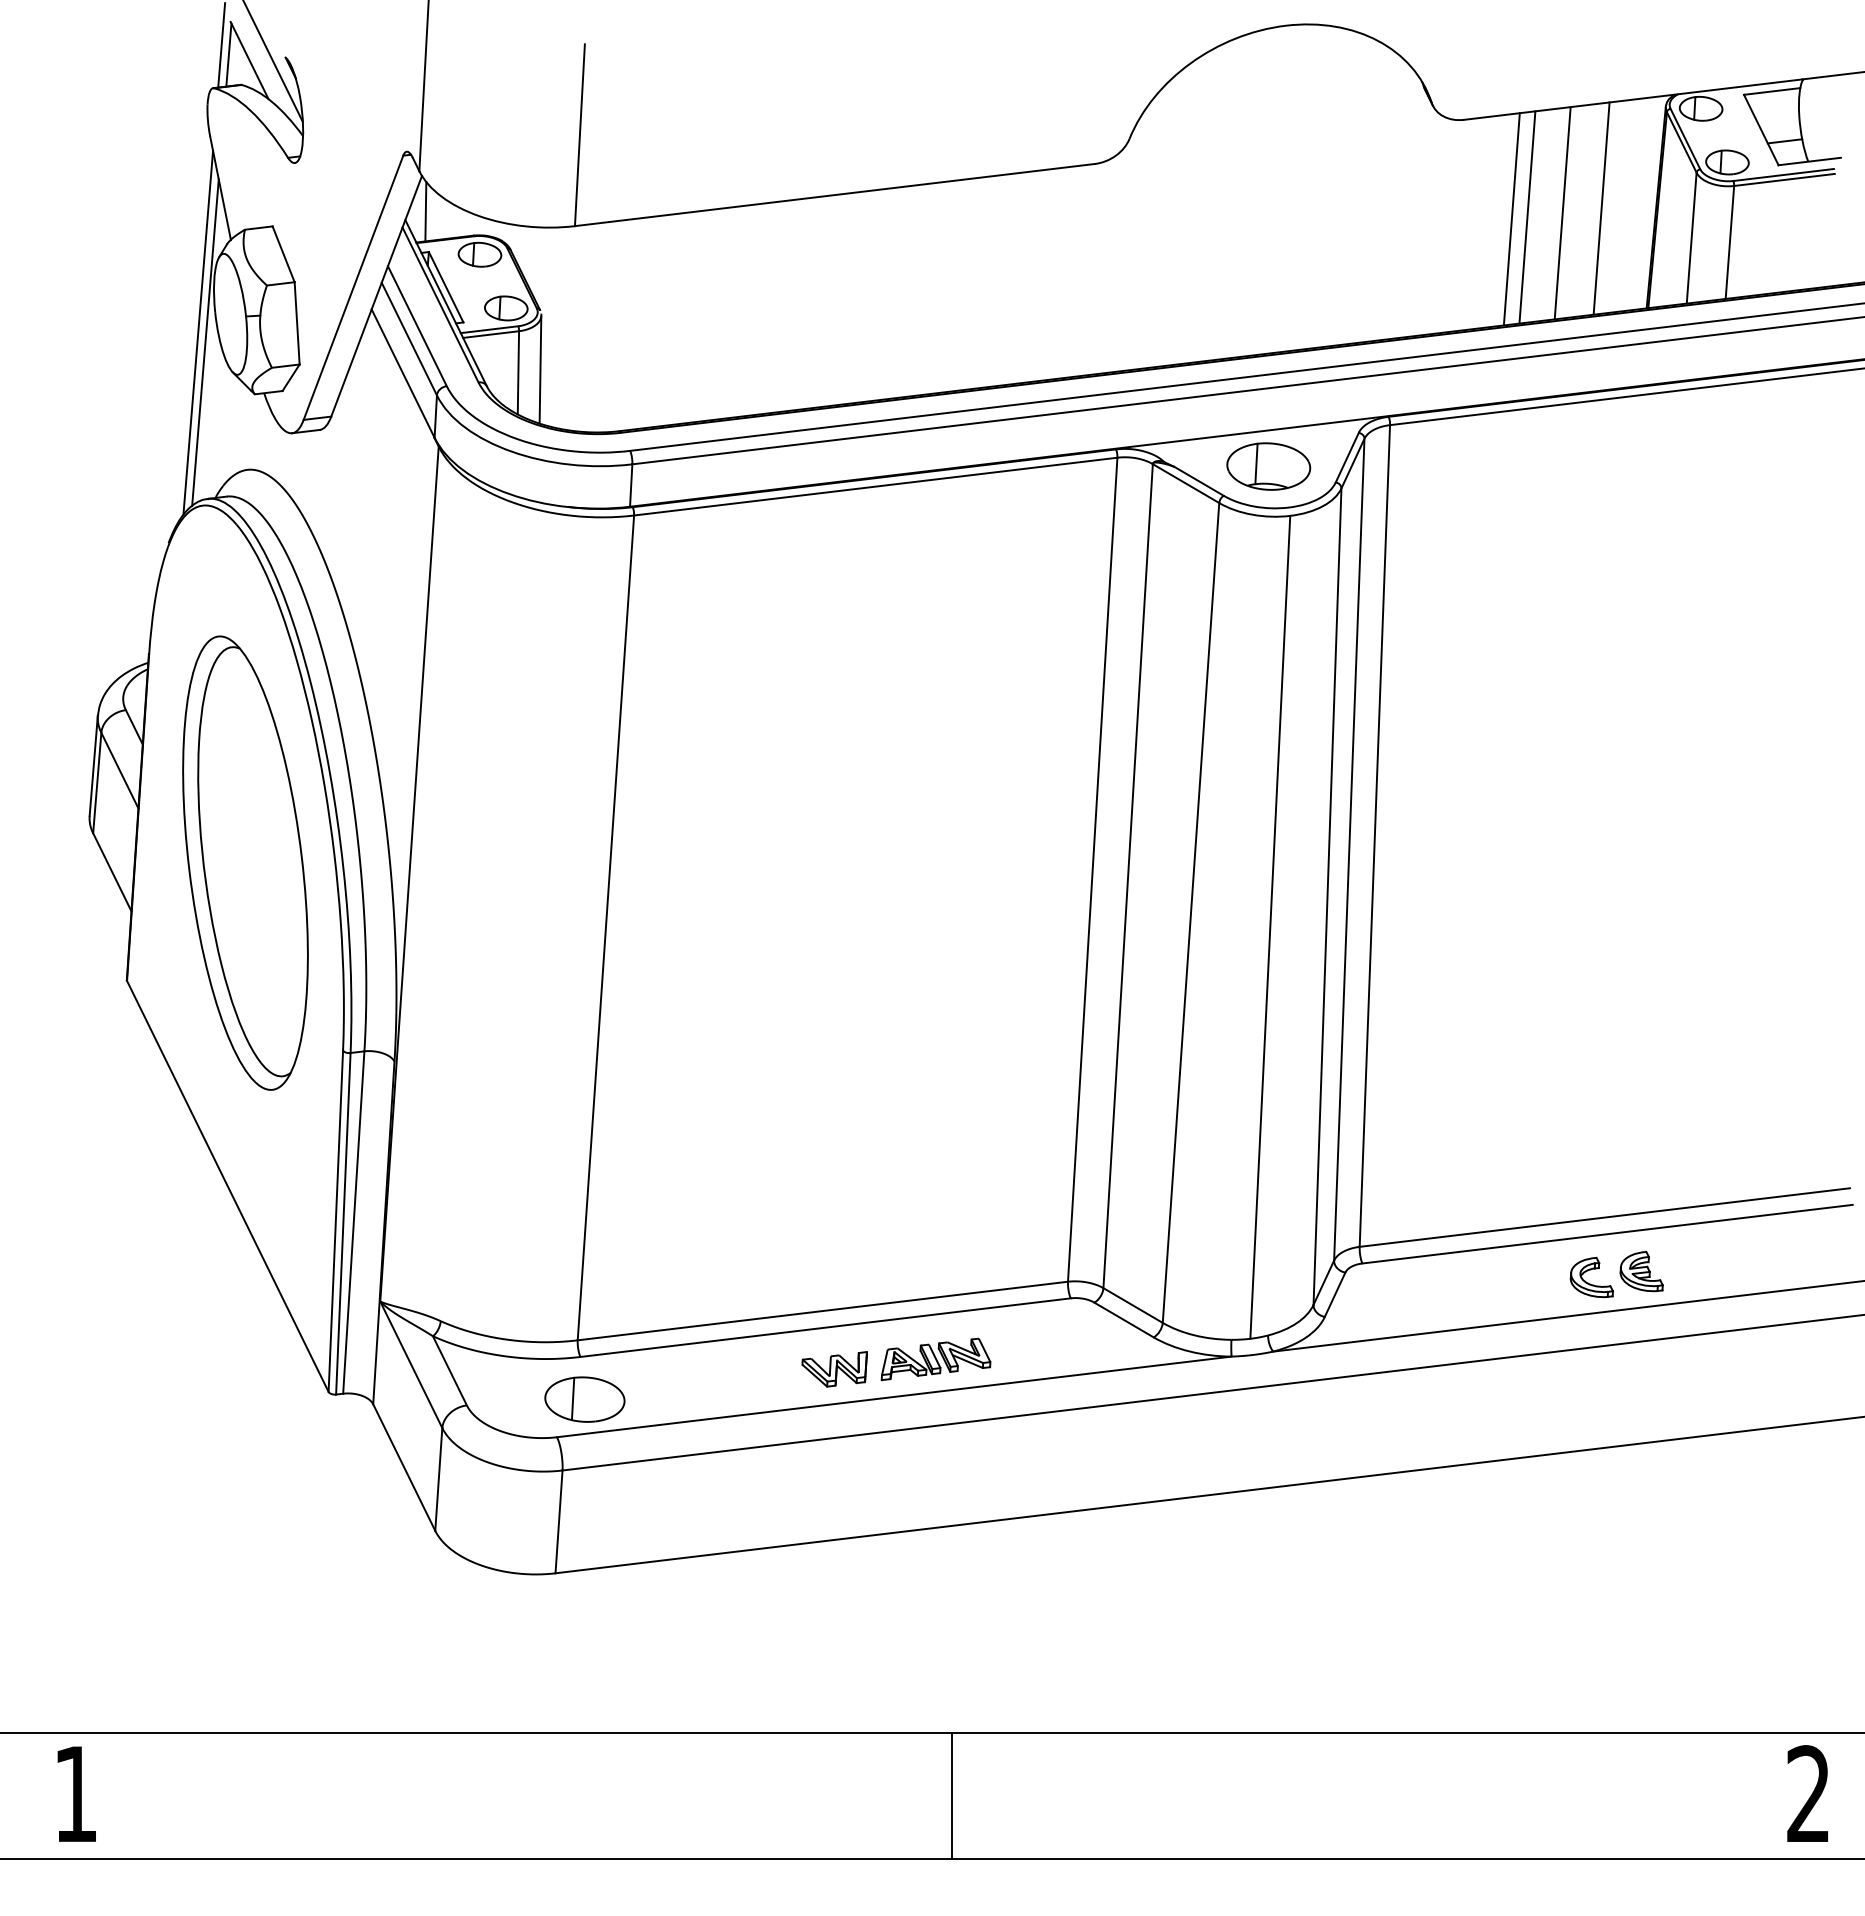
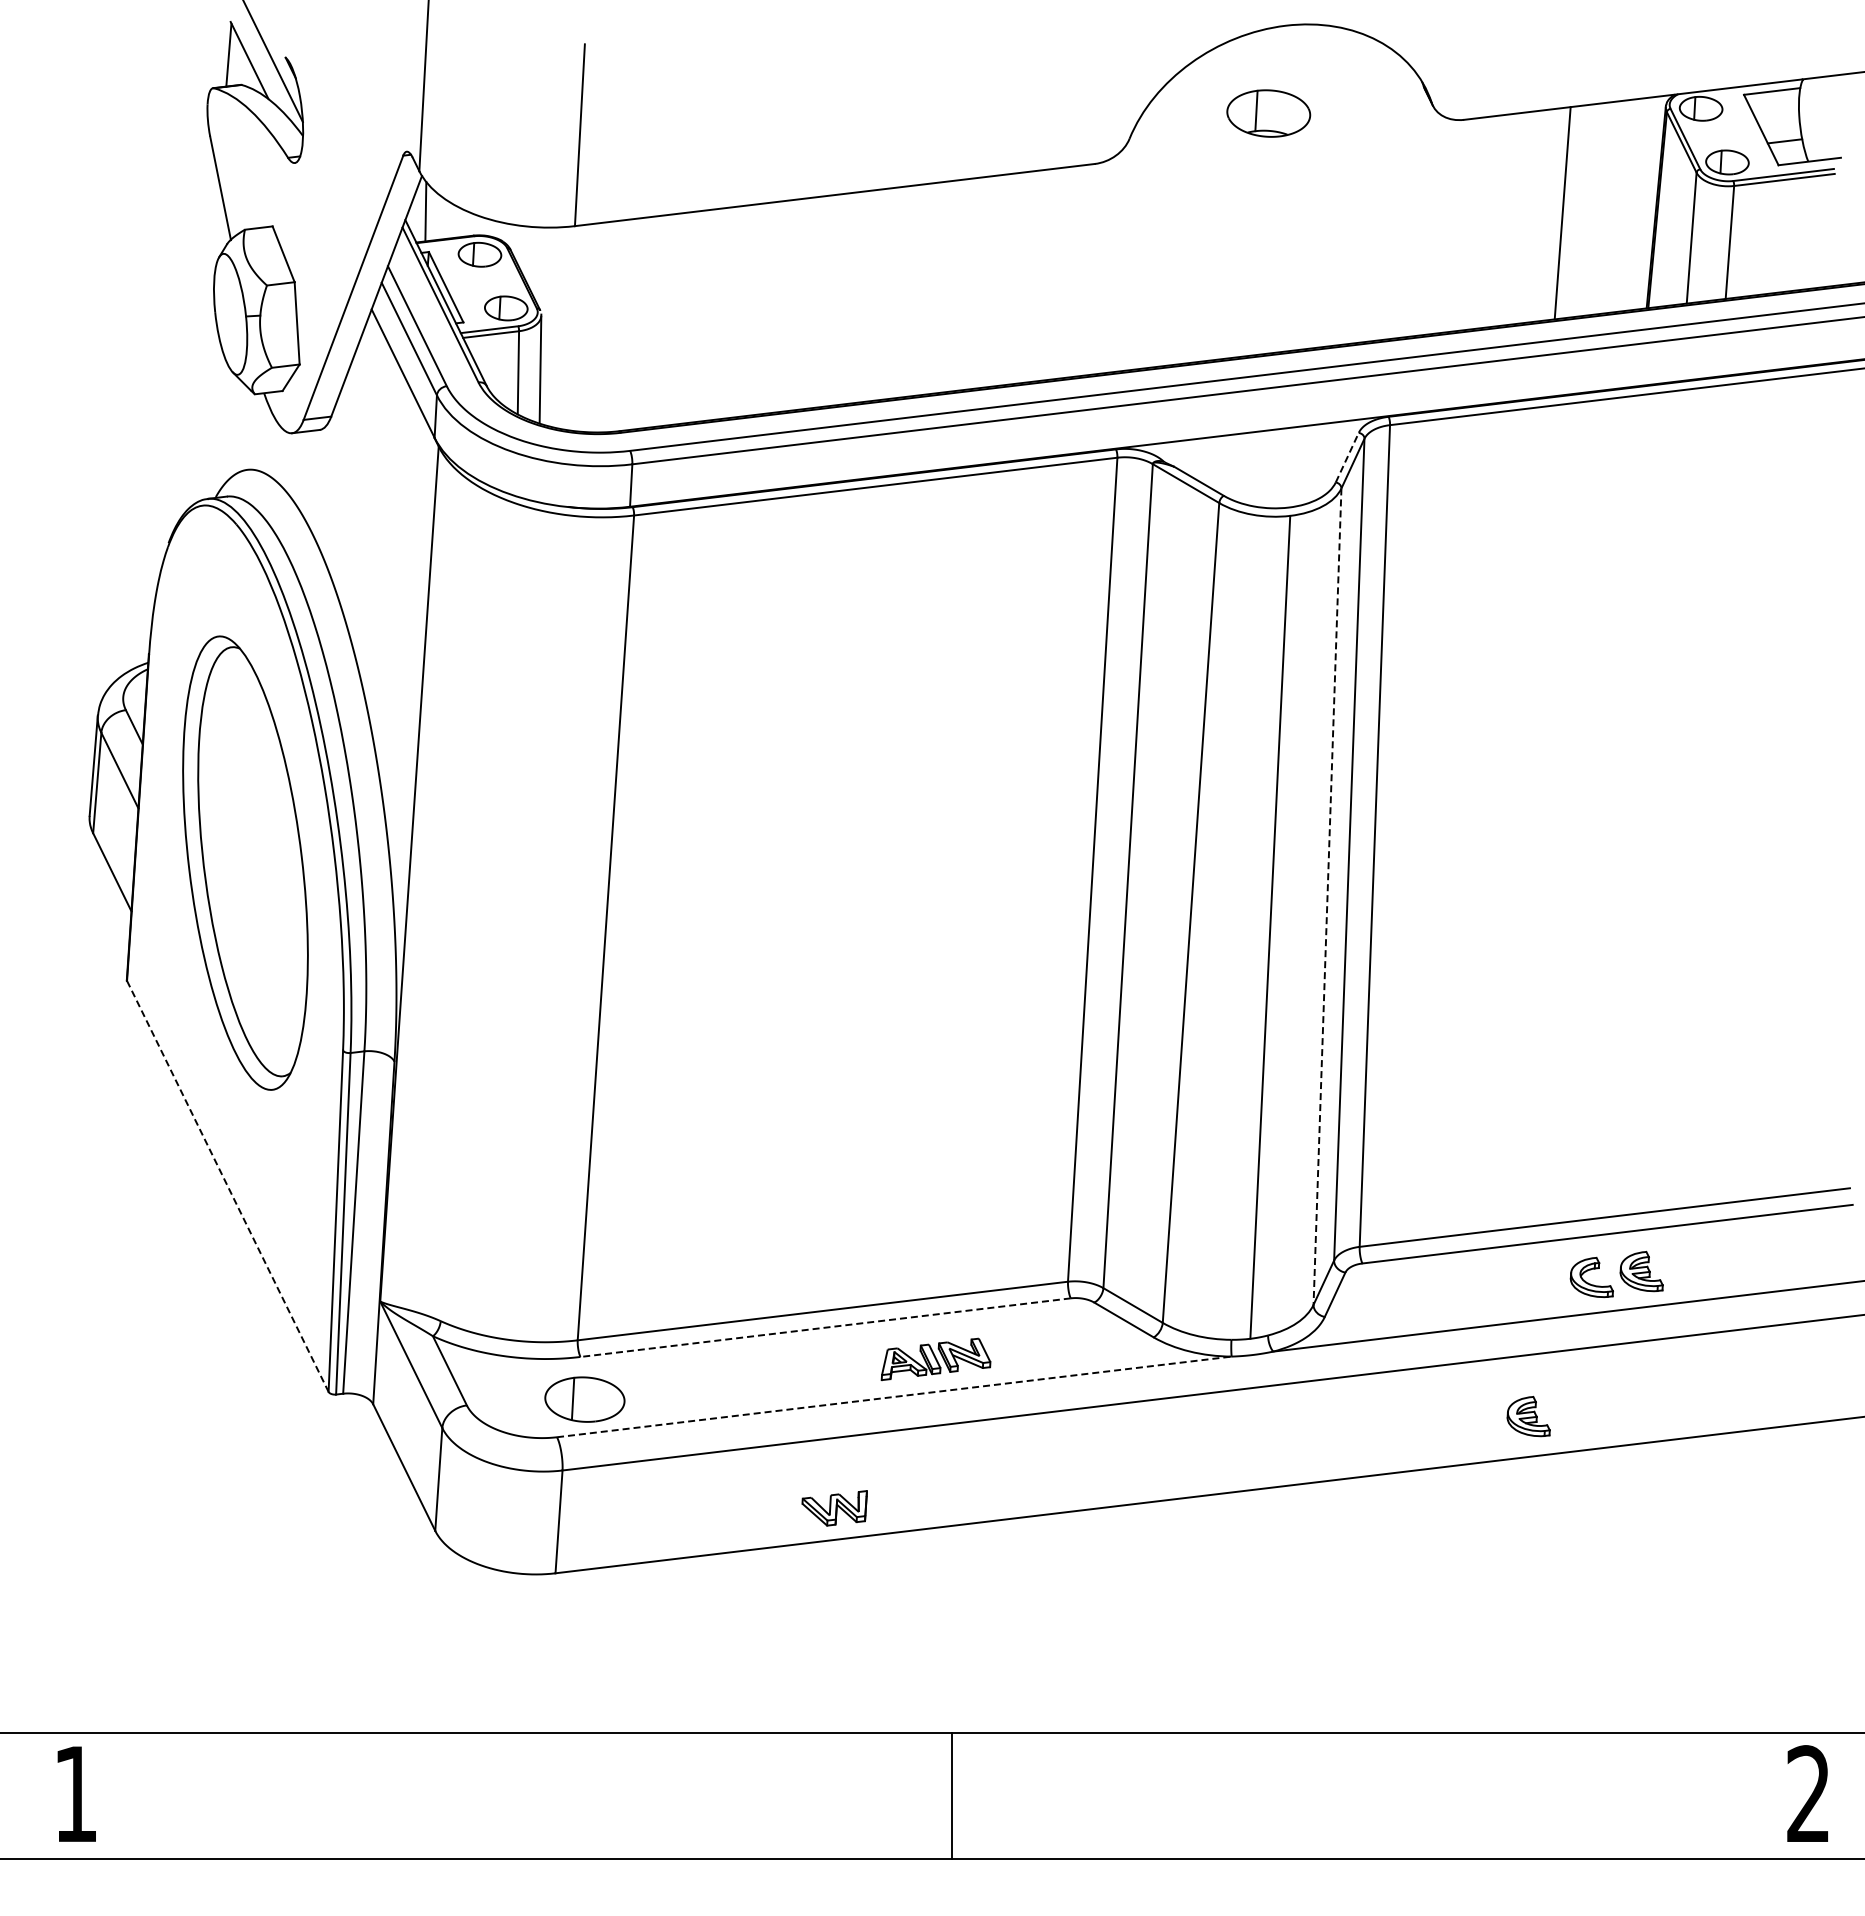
line at (221, 45): present -> none
line at (1601, 208): present -> none
line at (1527, 217): present -> none
line at (1511, 219): present -> none
line at (198, 332): present -> none
line at (205, 342): present -> none
line at (1347, 457): solid -> dashed
part at (1268, 466) position: (1268, 466) -> (1268, 113)
line at (1327, 897): solid -> dashed
line at (227, 1186): solid -> dashed
line at (825, 1327): solid -> dashed
part at (834, 1369) position: (834, 1369) -> (834, 1508)
line at (894, 1396): solid -> dashed
part at (1528, 1416): none -> present
